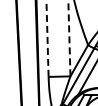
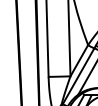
line at (47, 38): dashed -> solid
line at (69, 38): dashed -> solid
